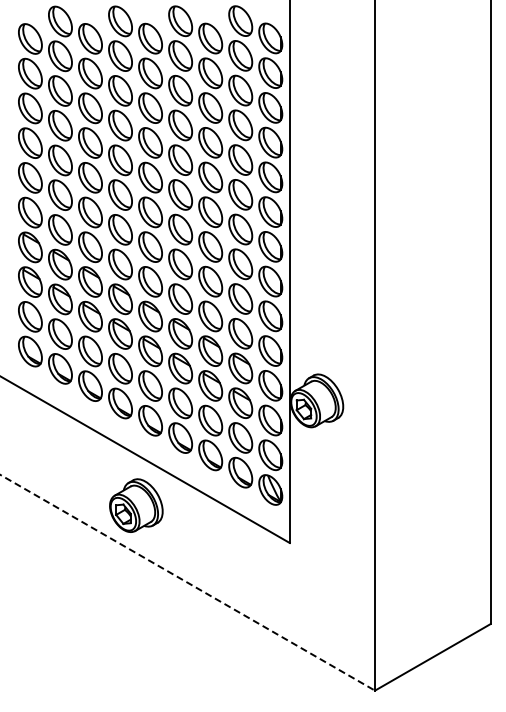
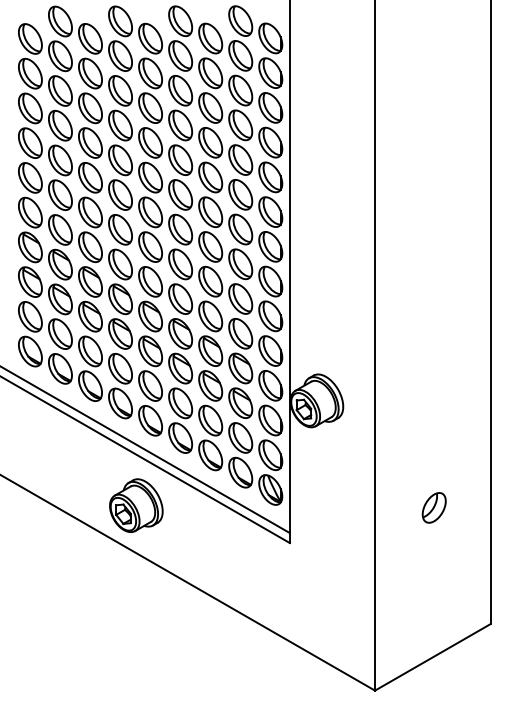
line at (145, 450): none -> present
part at (433, 507): none -> present
line at (187, 582): dashed -> solid
